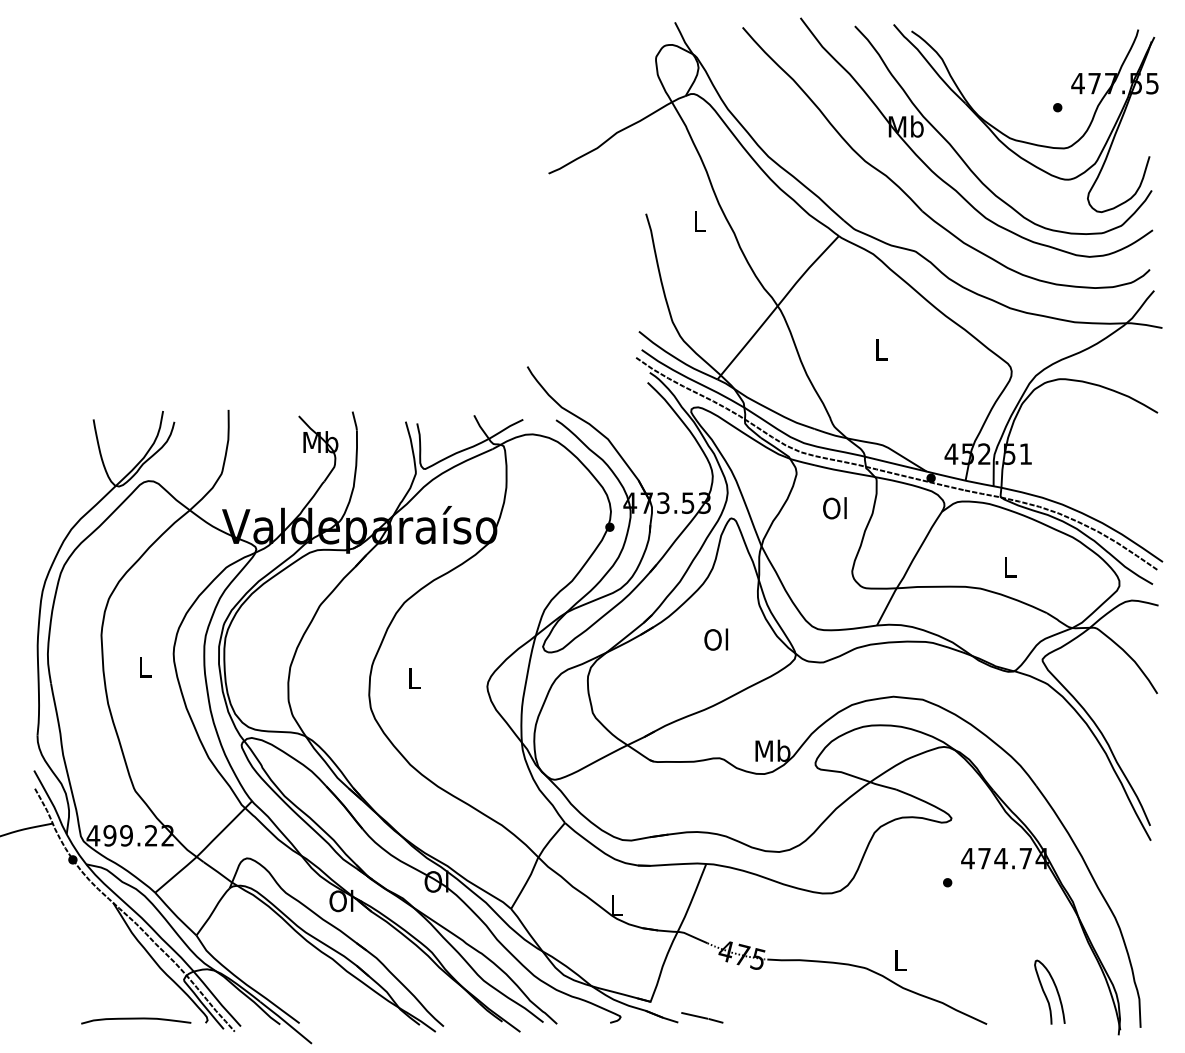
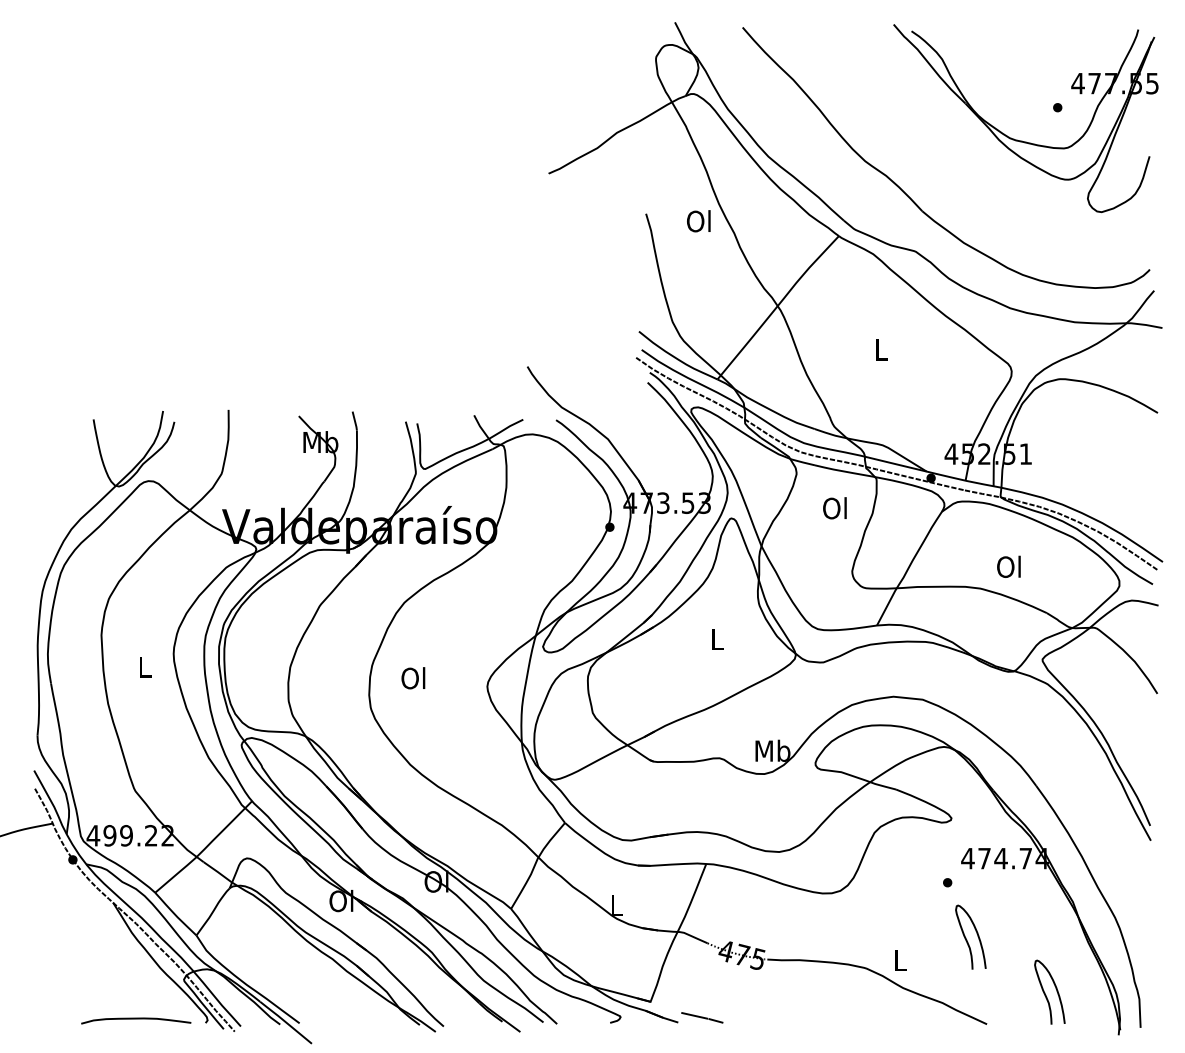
part at (956, 150): present -> none
text at (698, 221): L -> Ol
text at (1008, 566): L -> Ol
text at (716, 639): Ol -> L
text at (413, 678): L -> Ol
curve at (966, 937): none -> present
